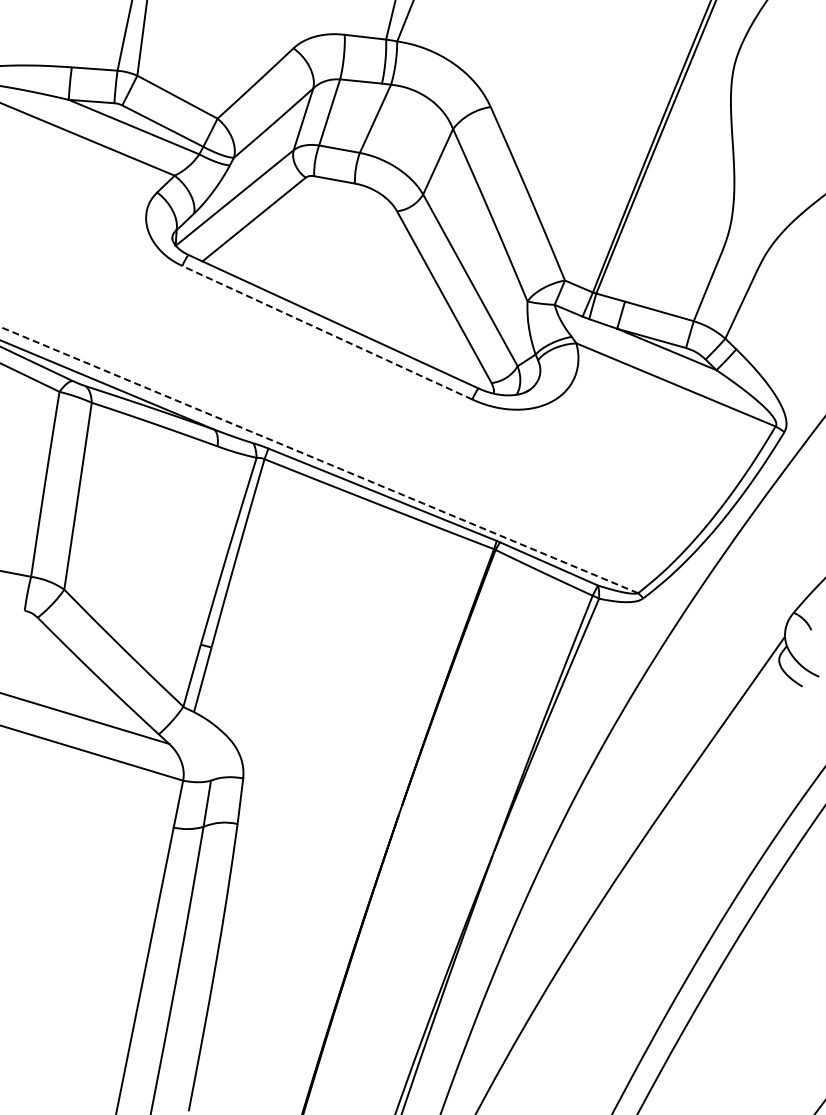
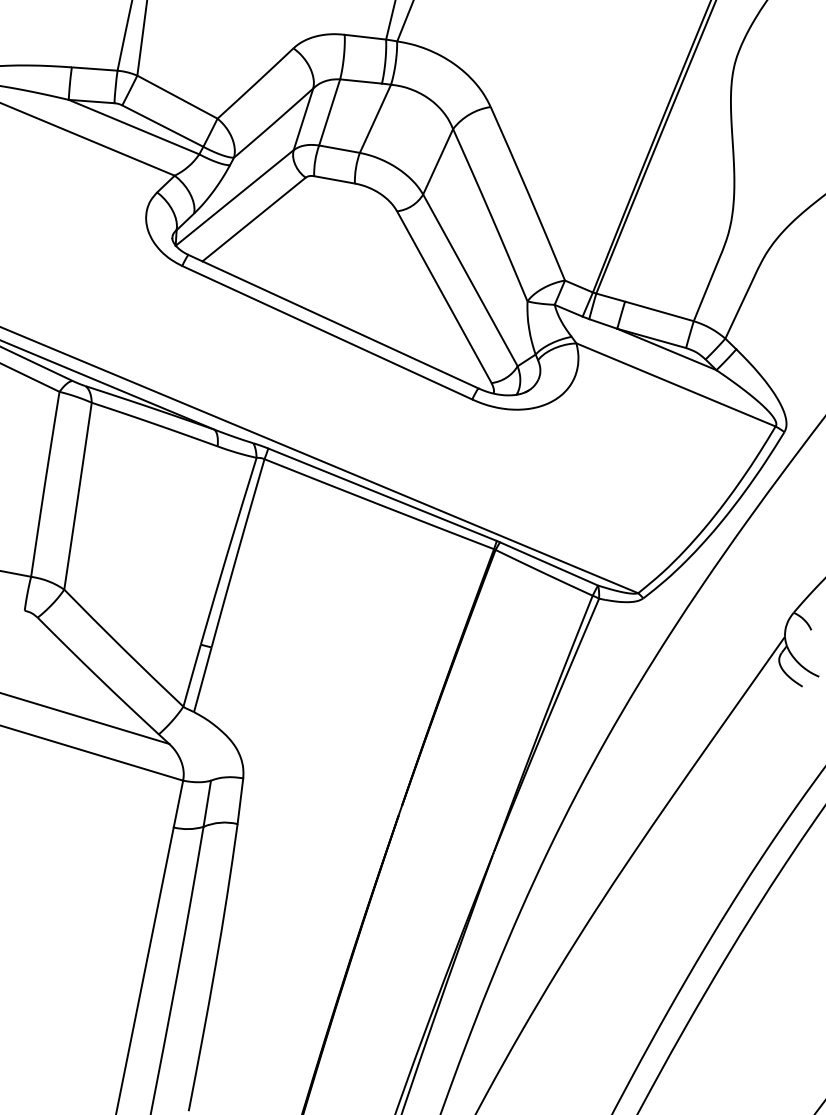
line at (327, 332): dashed -> solid
line at (319, 460): dashed -> solid
